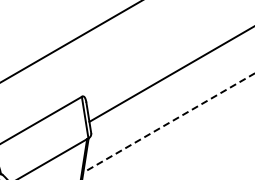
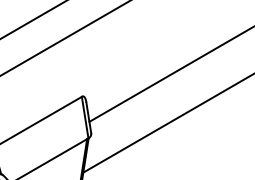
line at (33, 20): none -> present
line at (70, 41) position: (70, 41) -> (64, 38)
line at (168, 123): dashed -> solid
